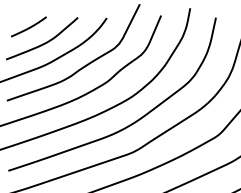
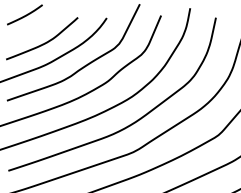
curve at (29, 26) position: (29, 26) -> (25, 14)
